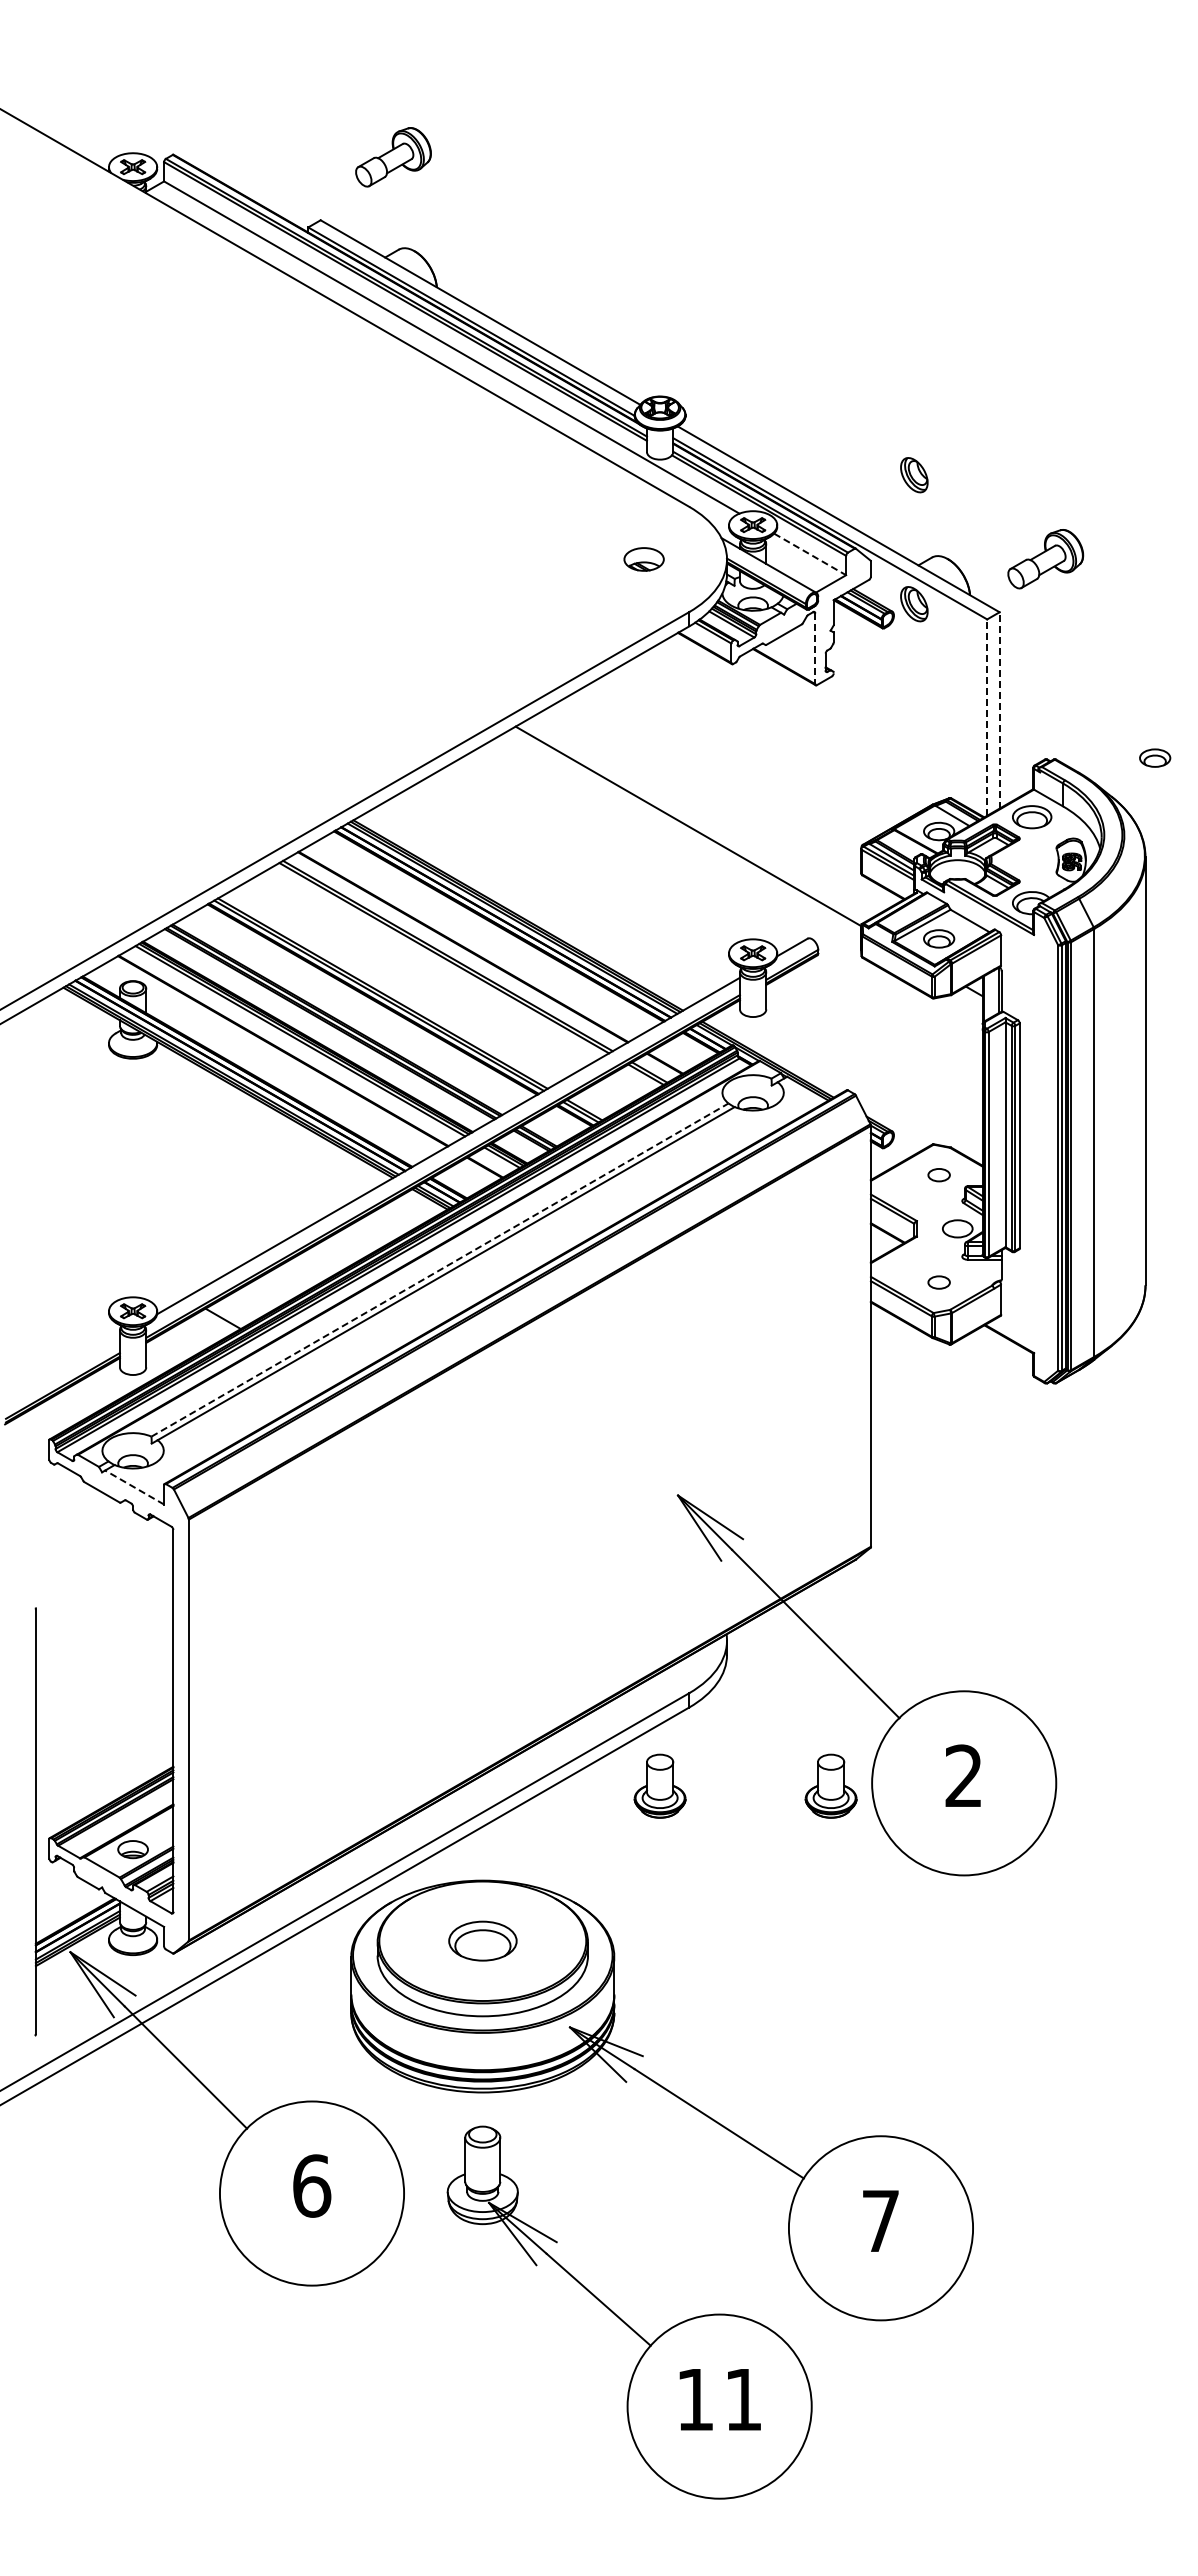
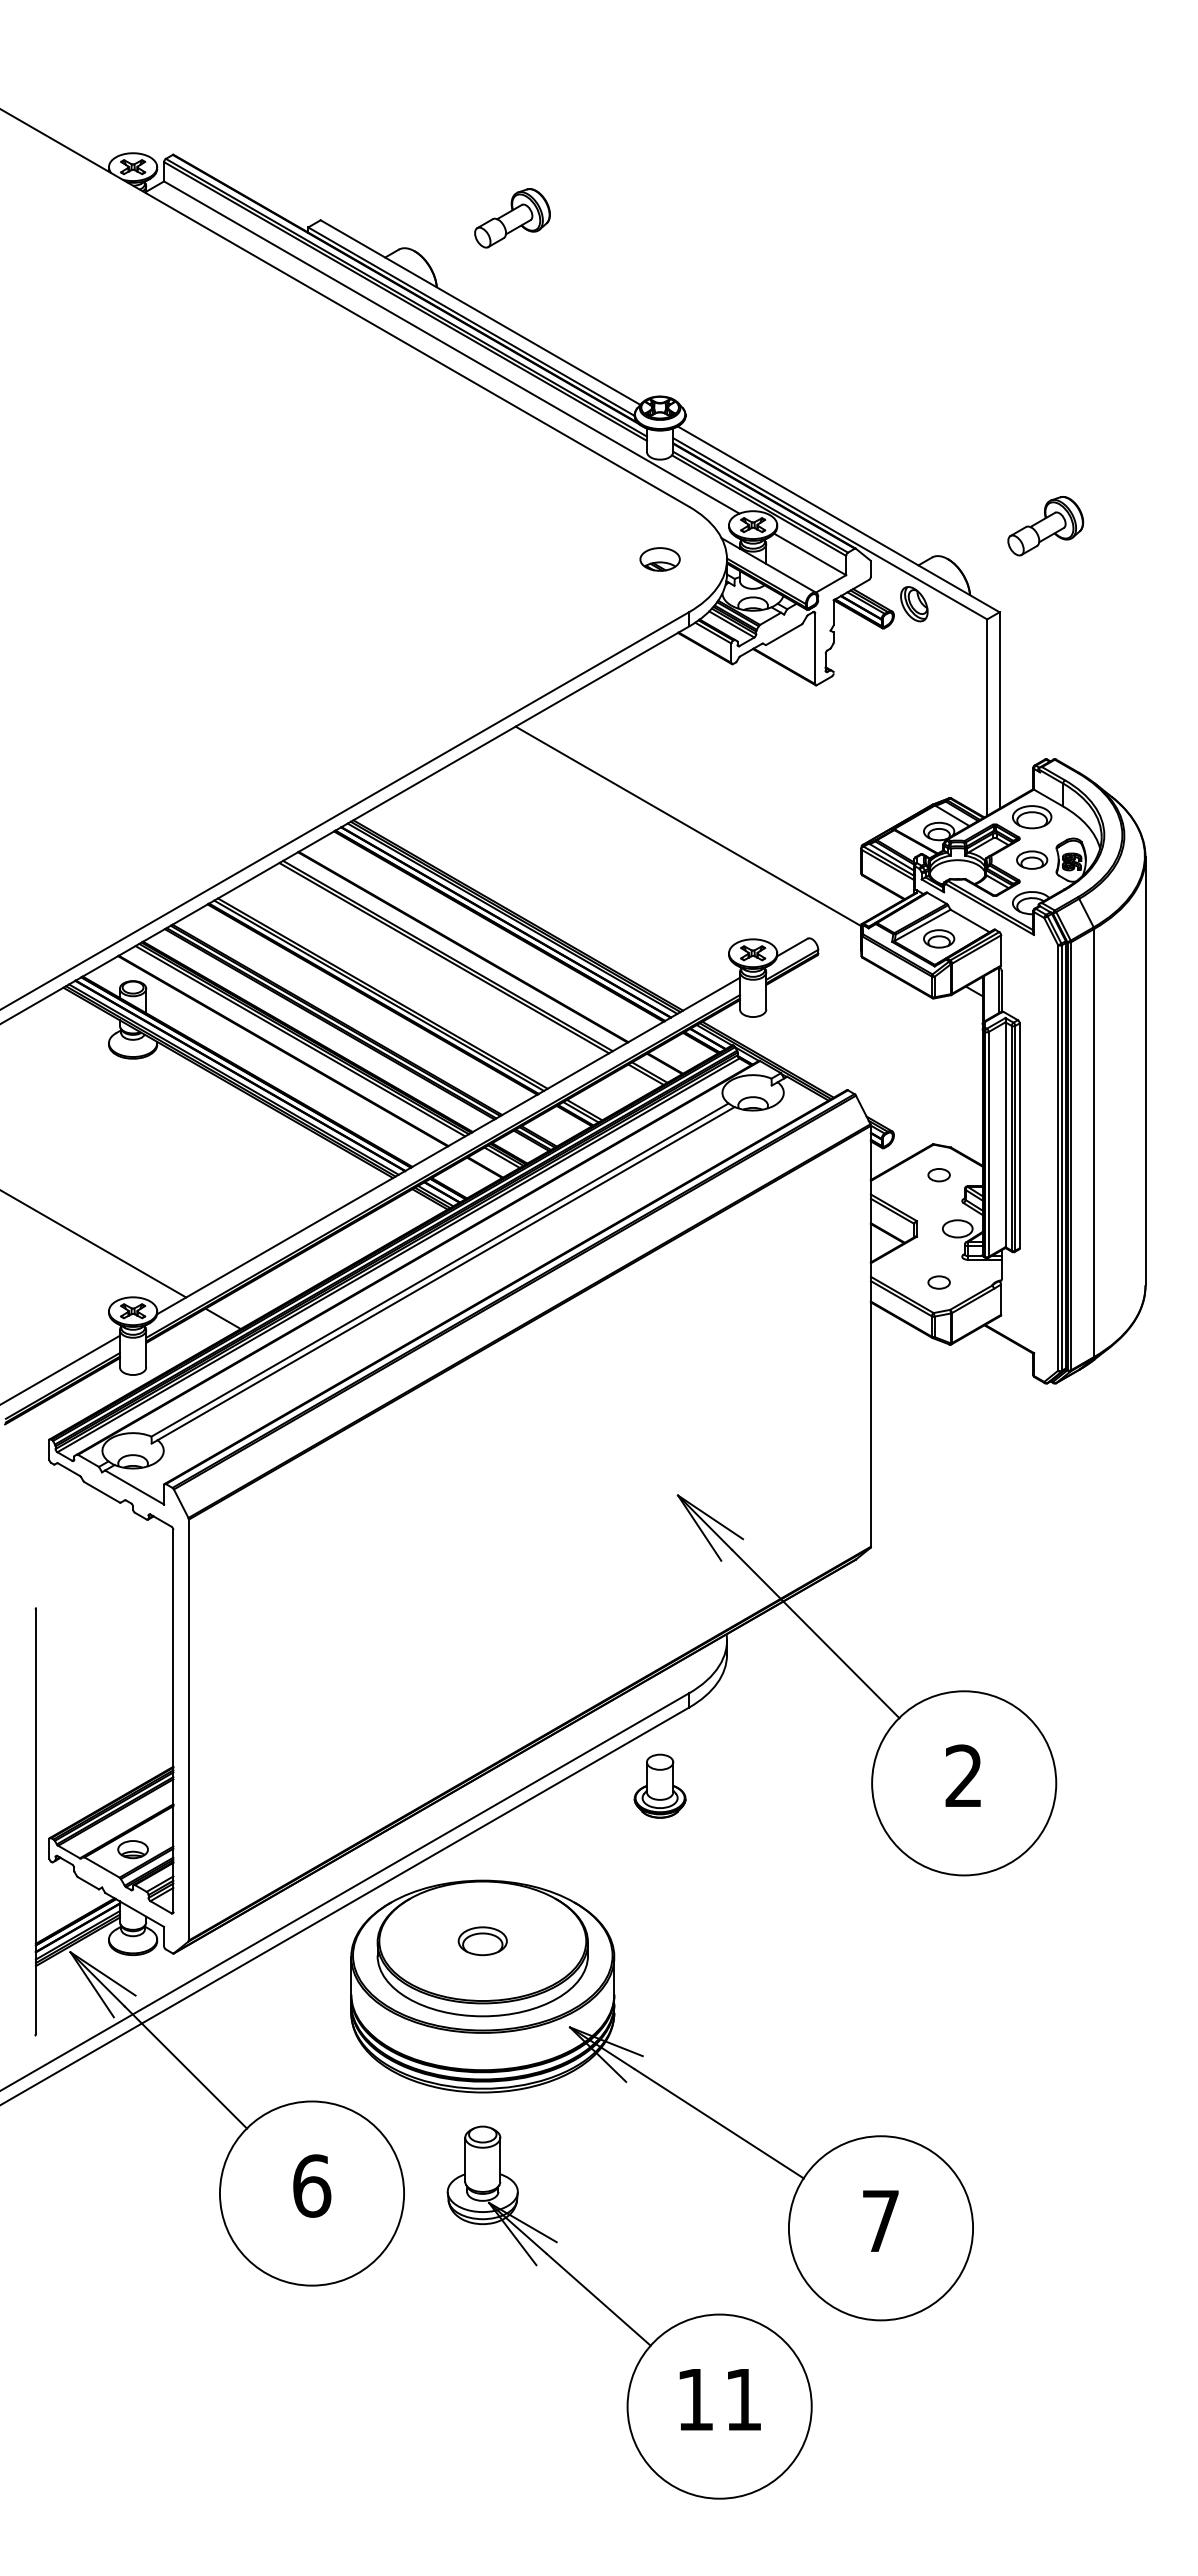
part at (393, 157) position: (393, 157) -> (512, 218)
part at (914, 475): present -> none
line at (810, 554): dashed -> solid
part at (643, 559) position: (643, 559) -> (659, 559)
part at (1045, 559) position: (1045, 559) -> (1045, 526)
line at (815, 649): dashed -> solid
line at (999, 709): dashed -> solid
line at (987, 717): dashed -> solid
part at (1155, 757) position: (1155, 757) -> (1032, 859)
line at (94, 1244): none -> present
line at (440, 1269): dashed -> solid
line at (60, 1369): none -> present
line at (134, 1487): dashed -> solid
part at (830, 1785): present -> none
part at (482, 1940) size: 70x42 px -> 51x31 px
